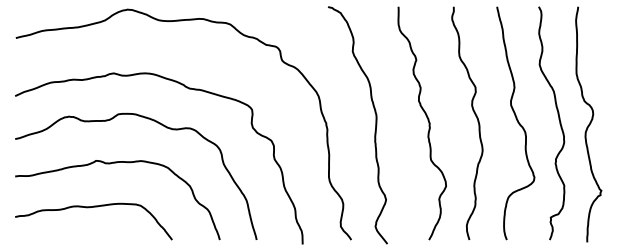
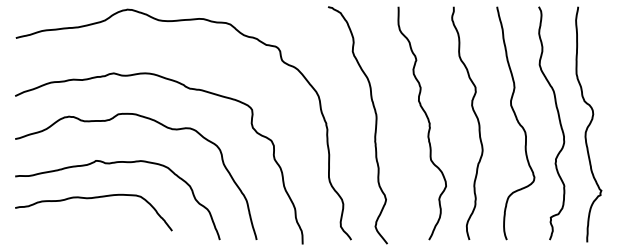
curve at (89, 208) position: (89, 208) -> (89, 199)
